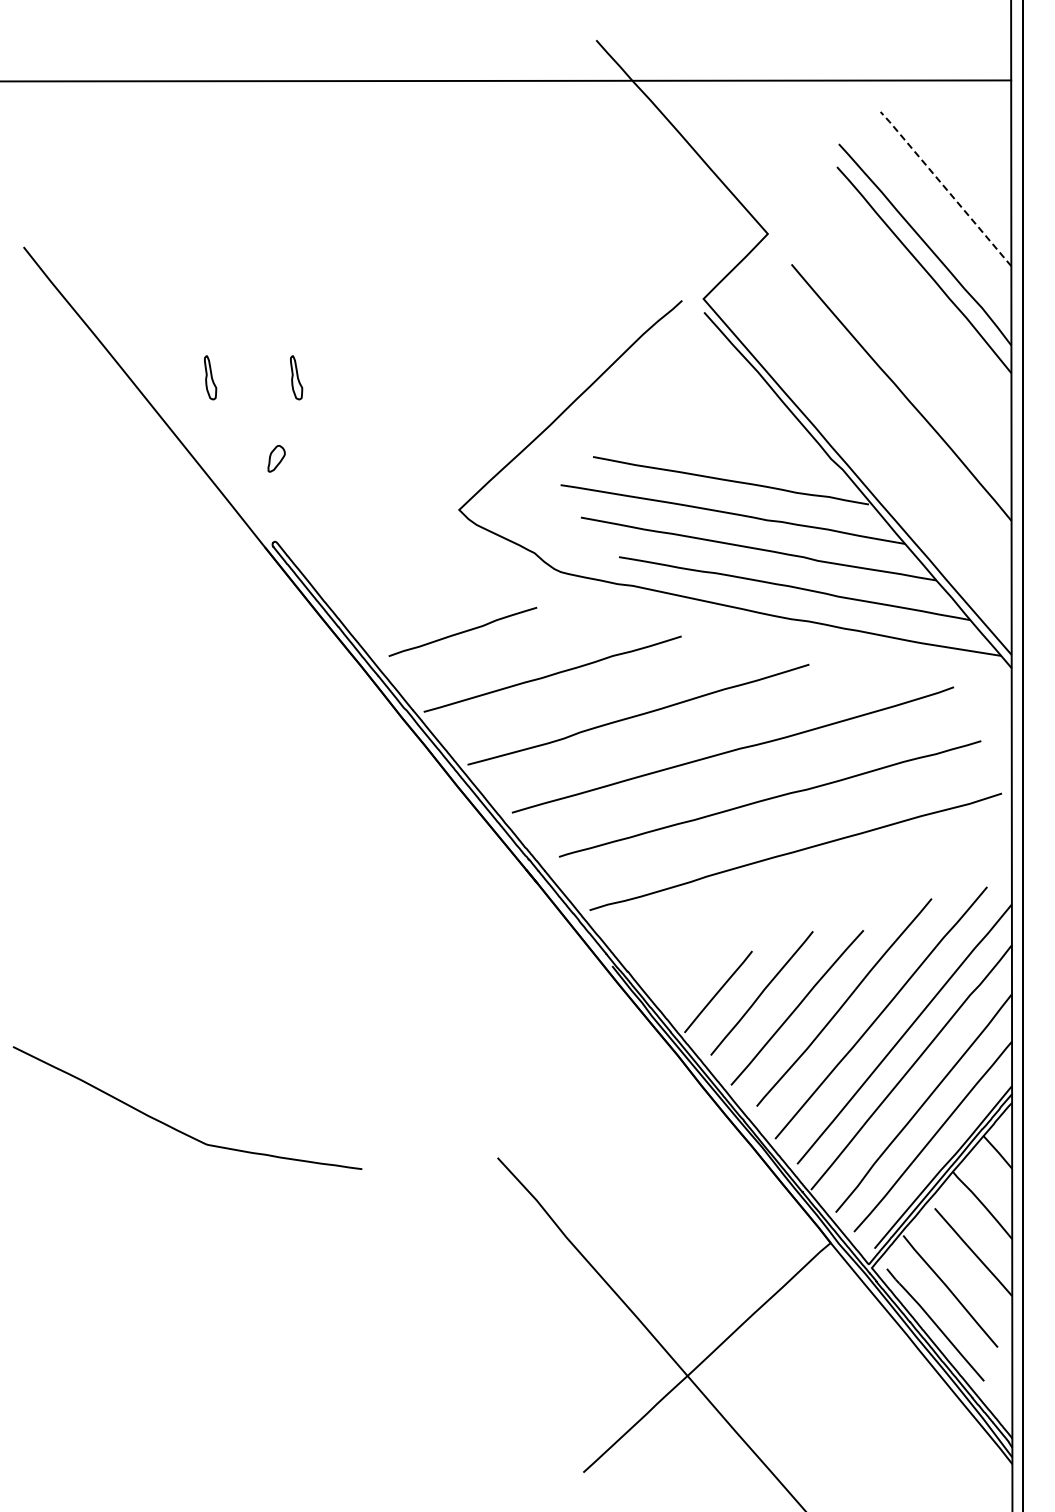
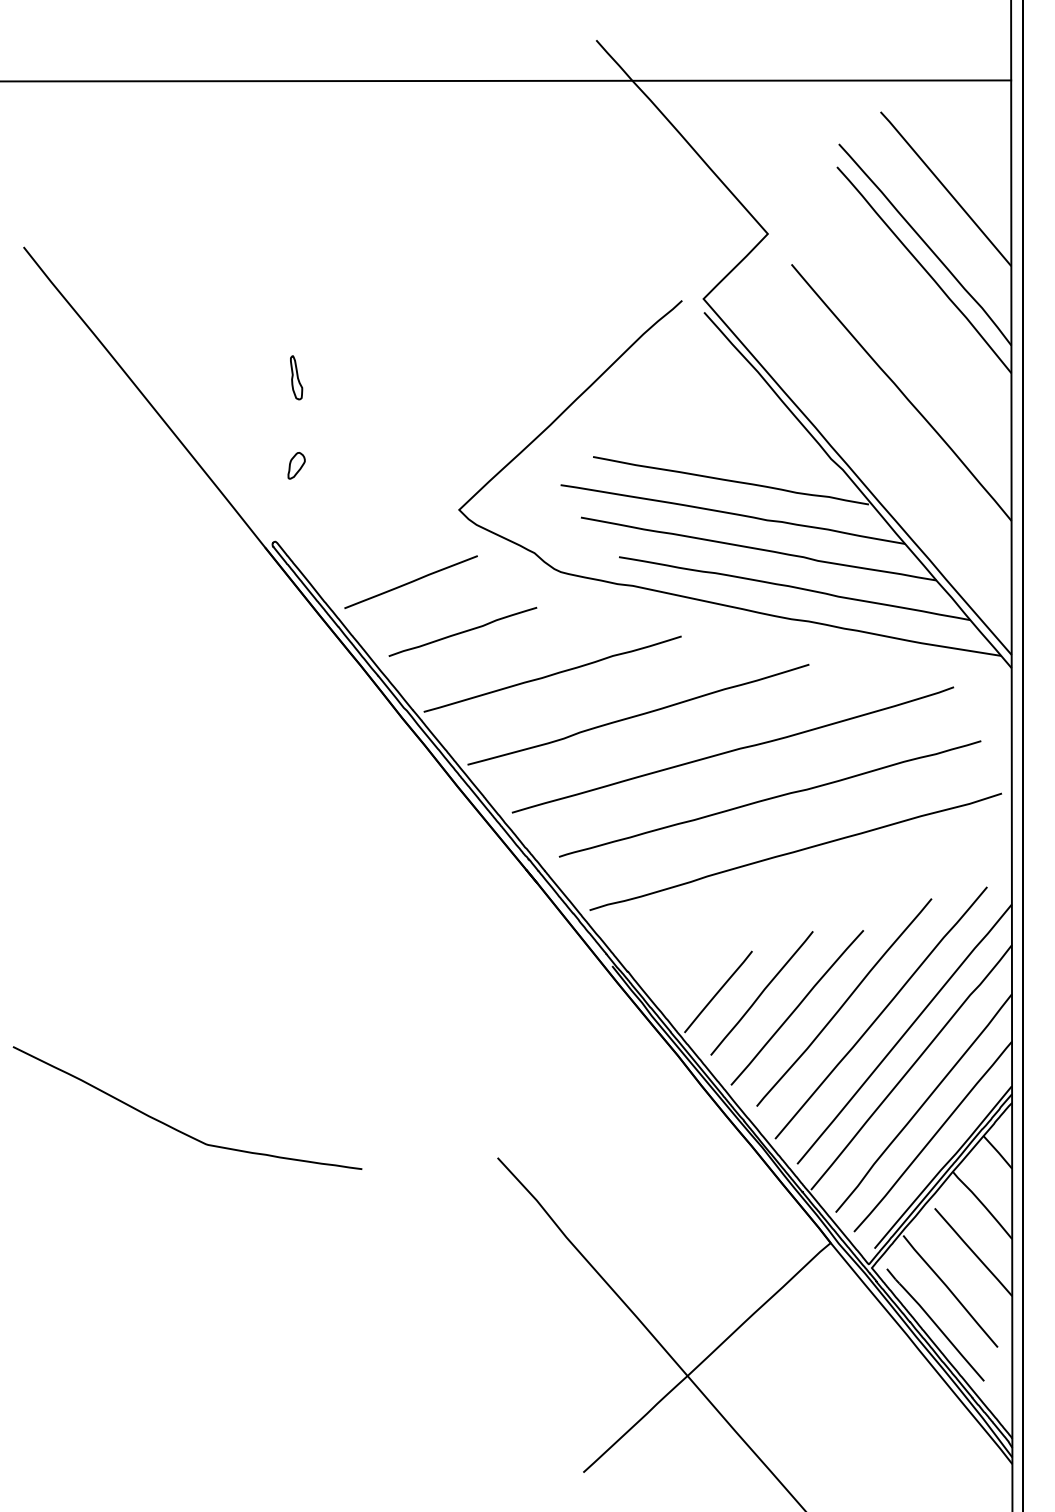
line at (945, 188): dashed -> solid
part at (210, 377): present -> none
part at (276, 458) position: (276, 458) -> (296, 465)
line at (410, 581): none -> present
